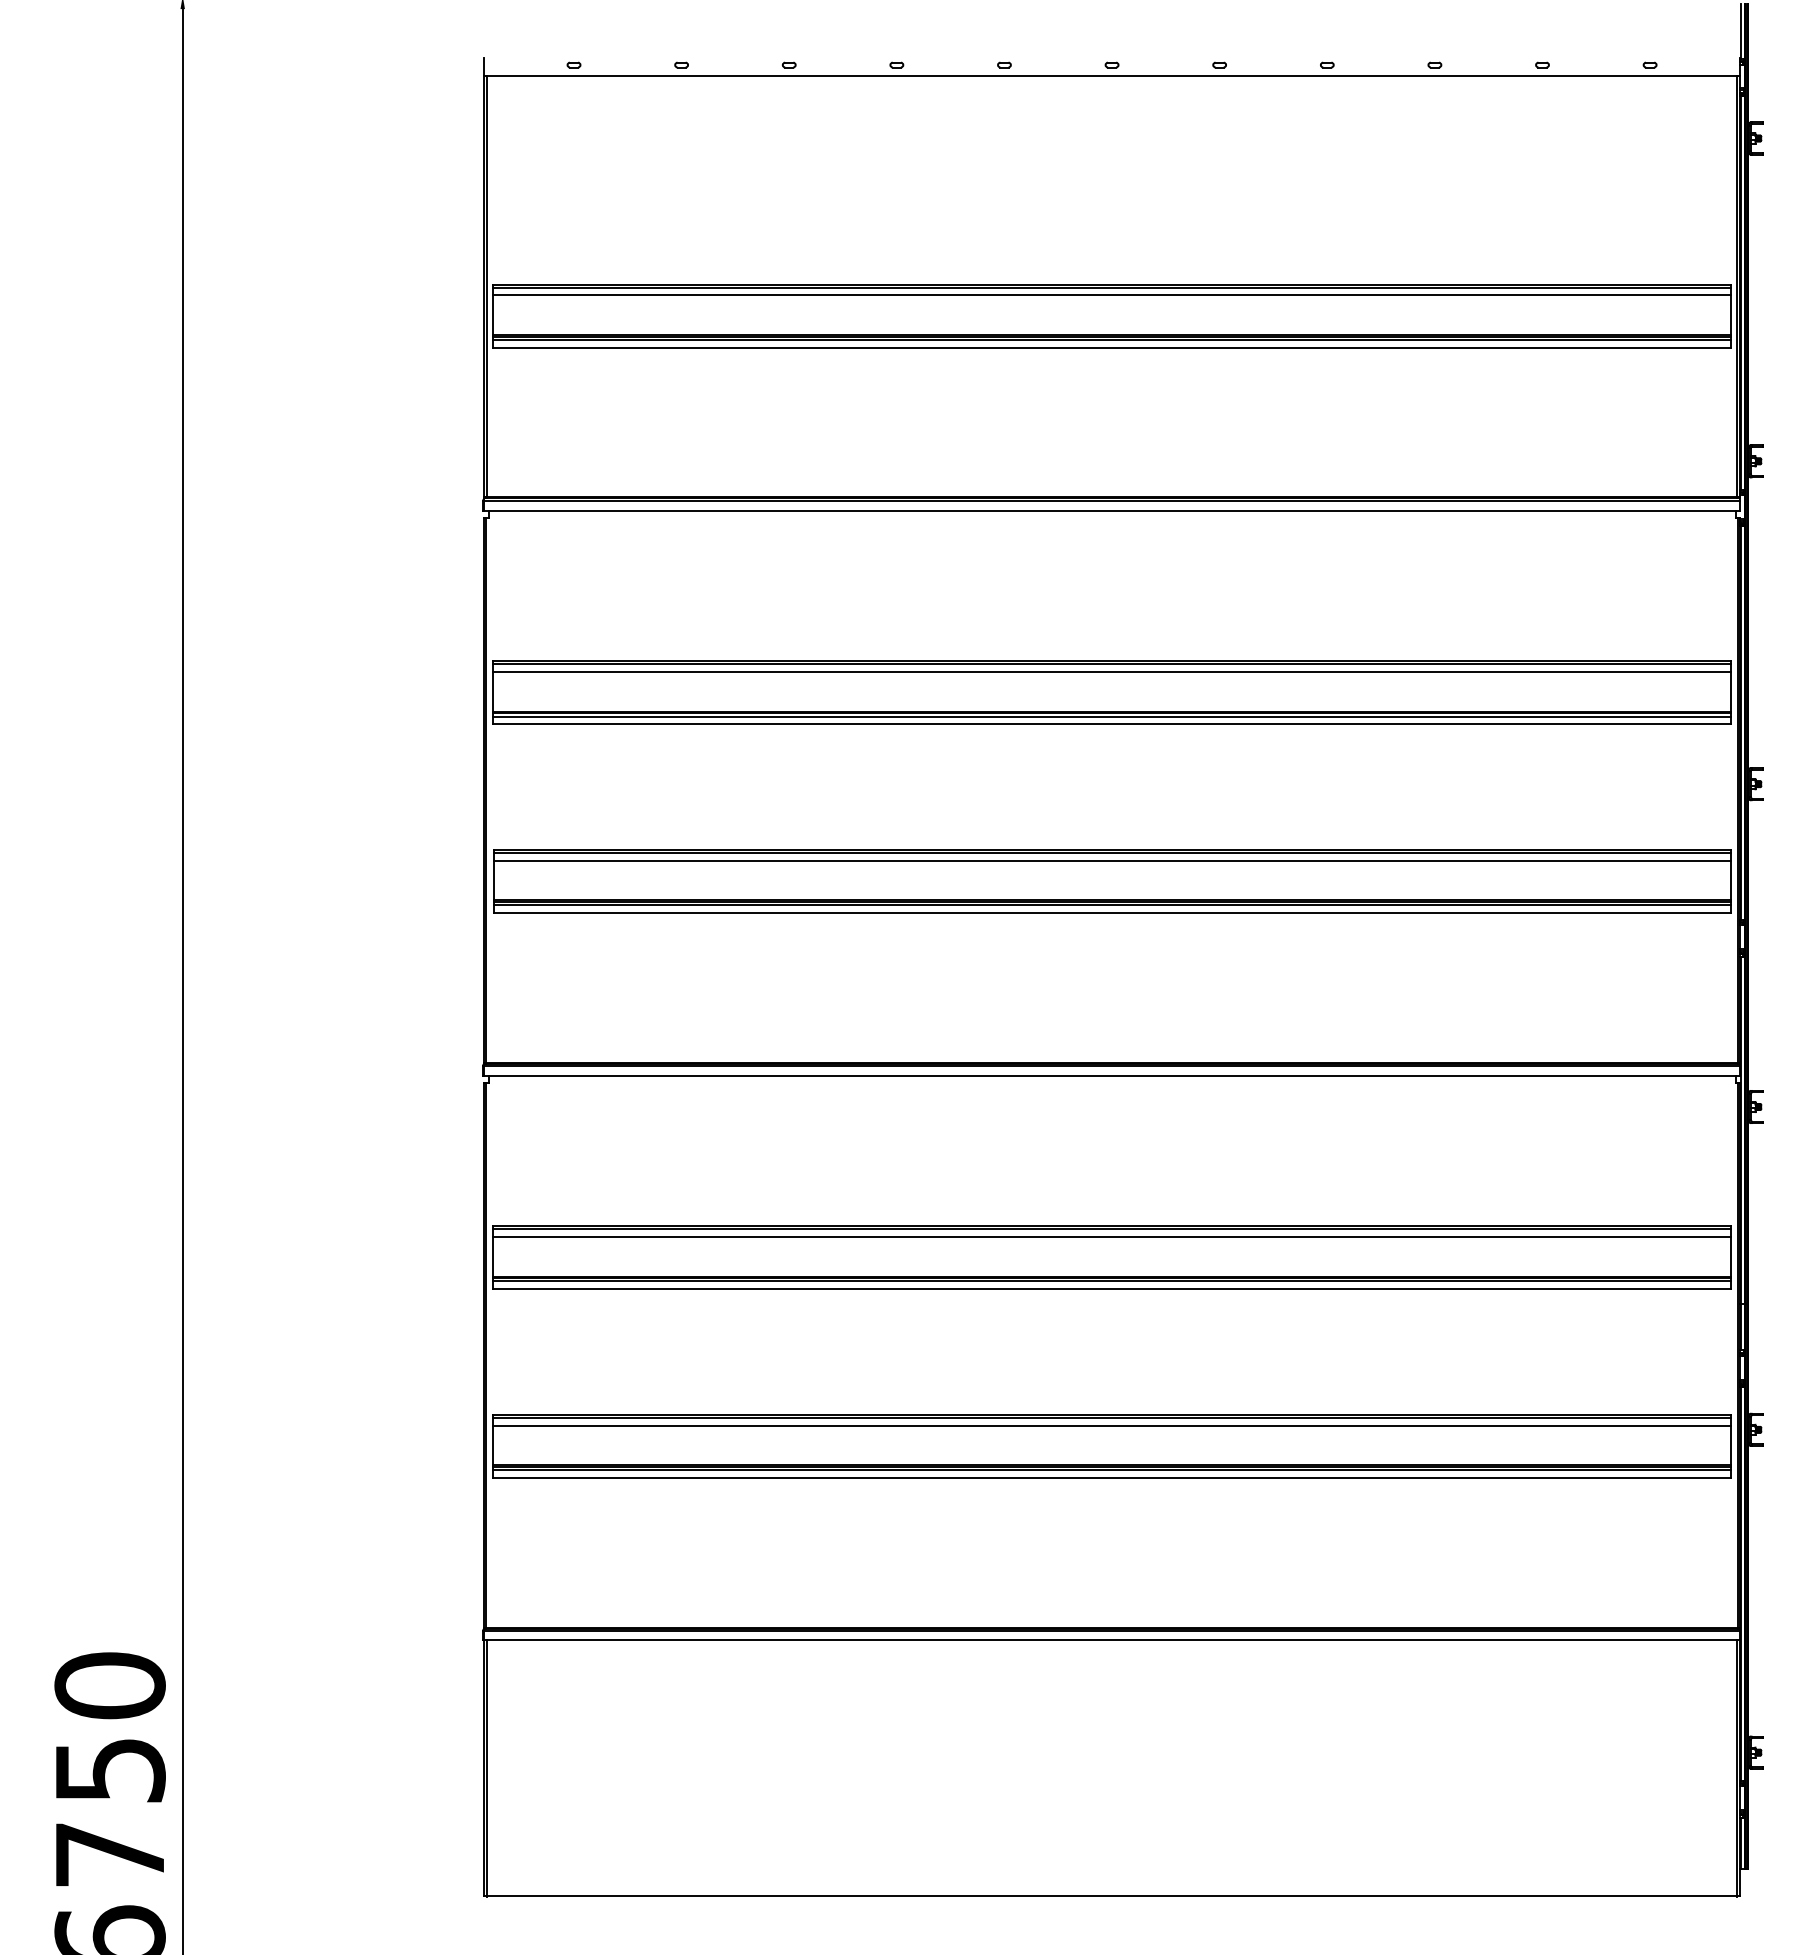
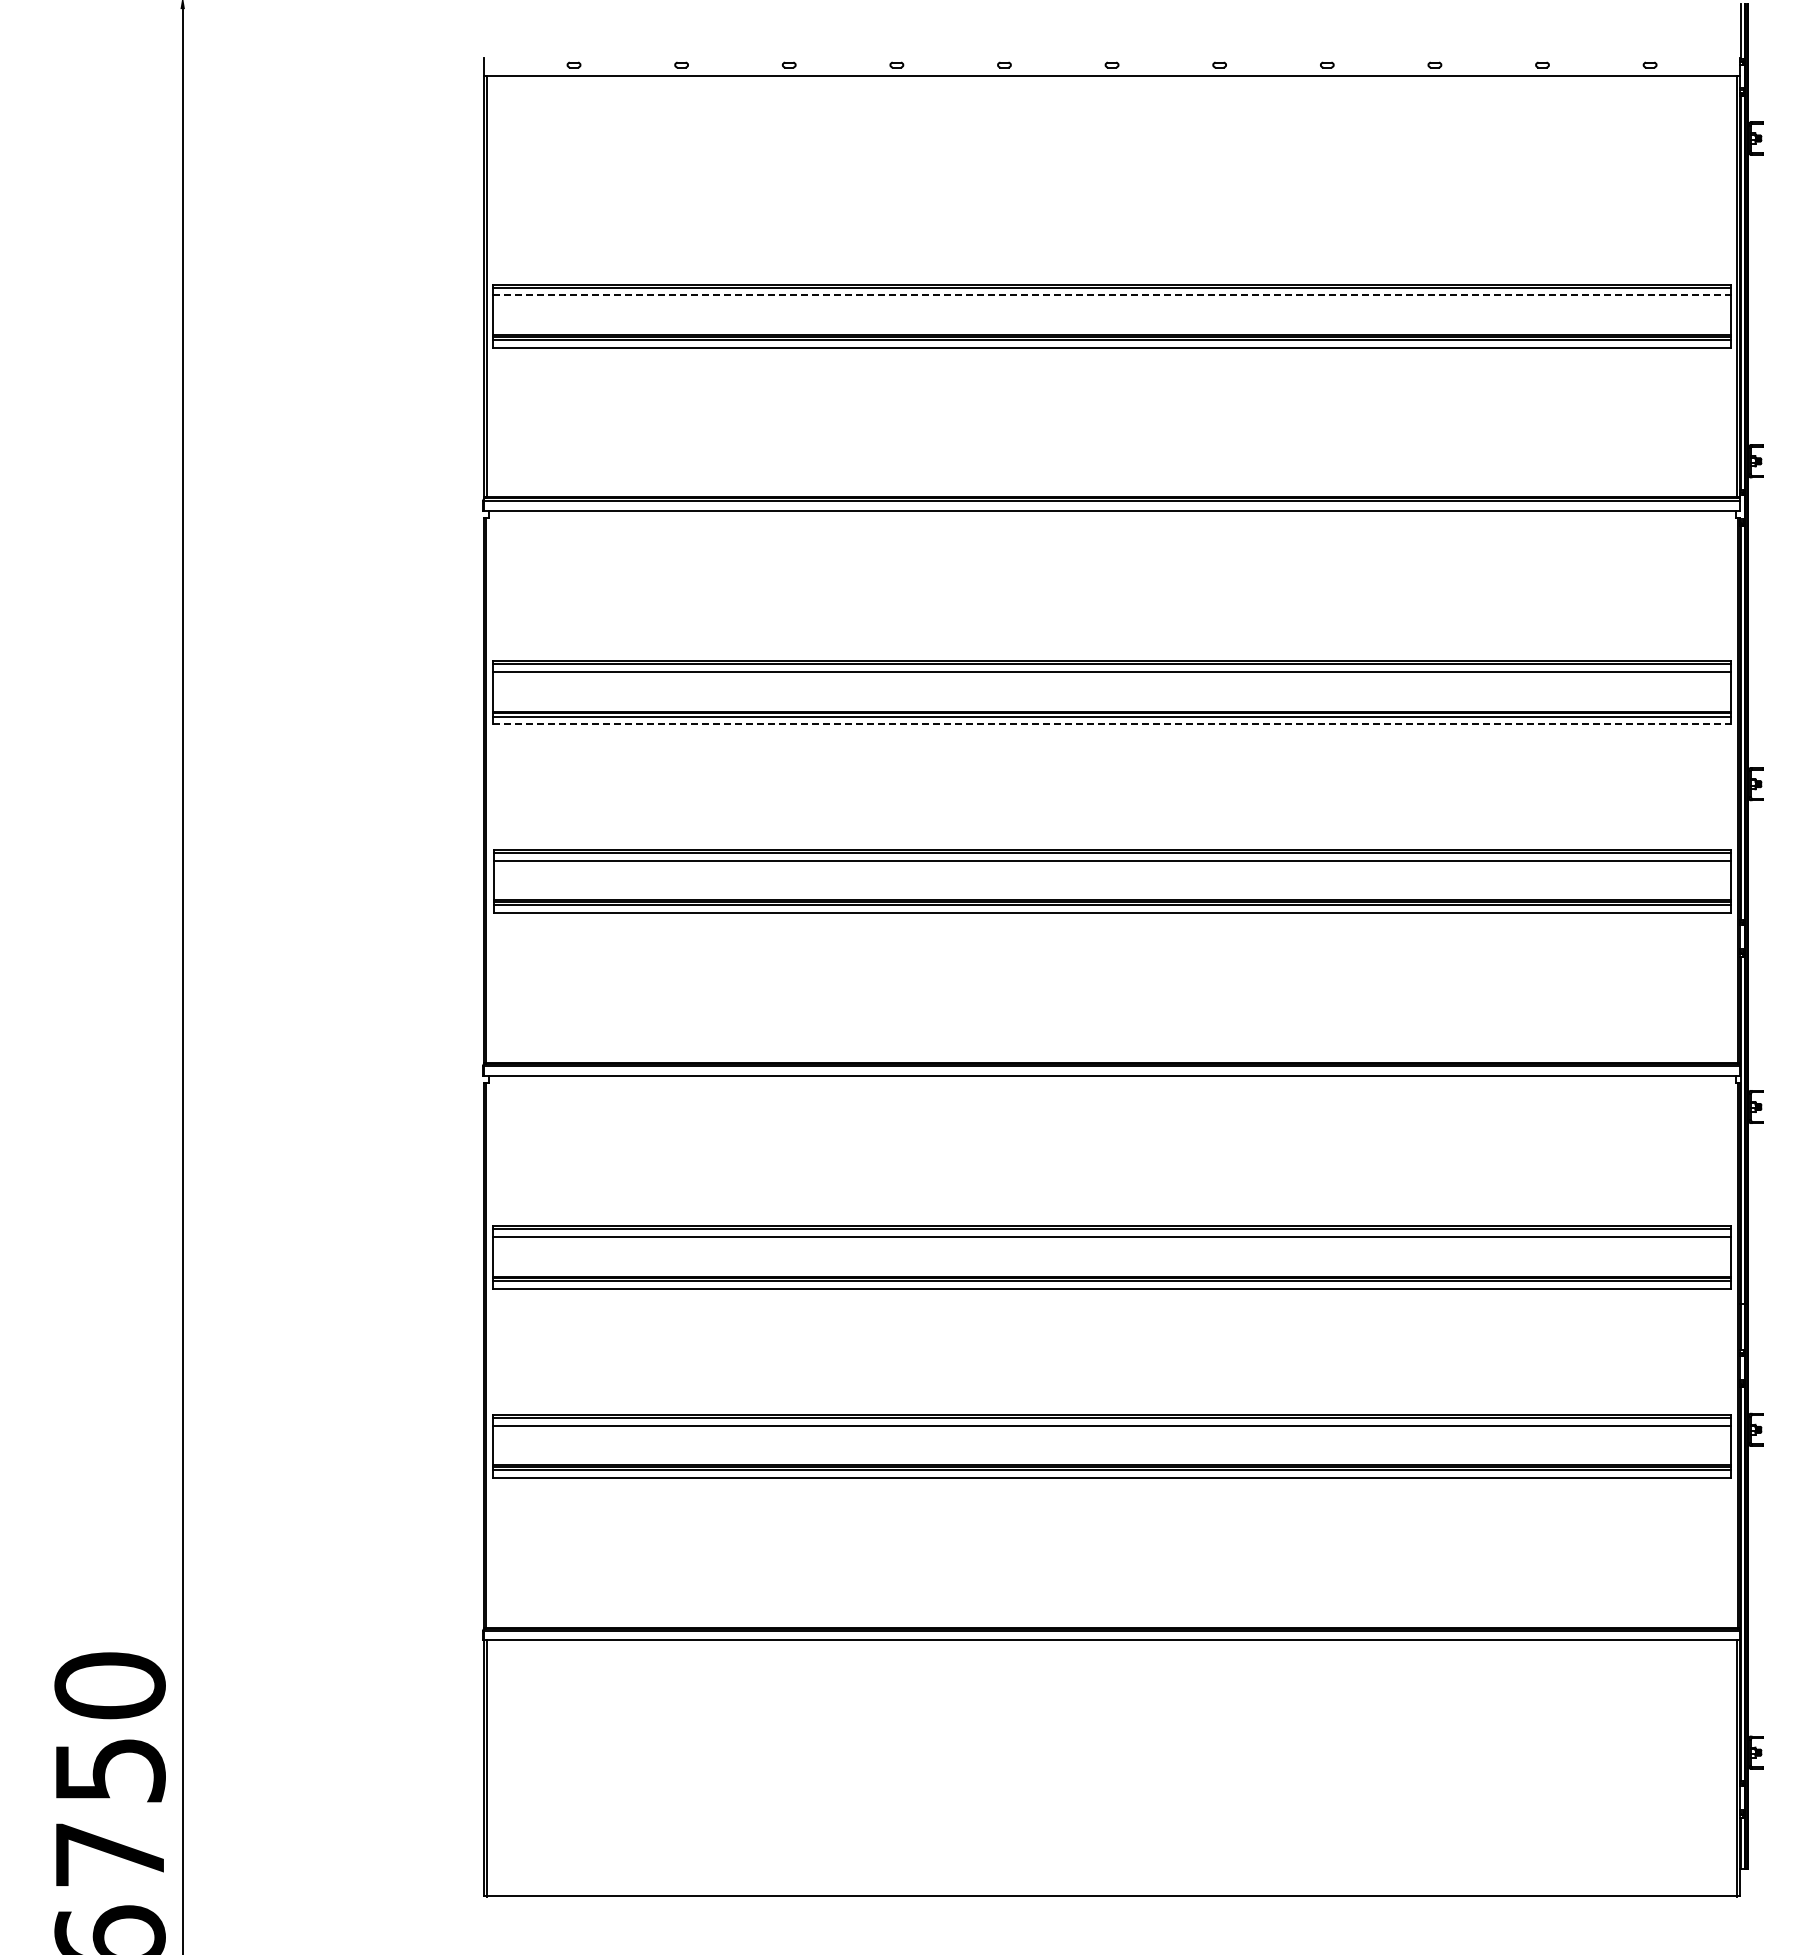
line at (1112, 295): solid -> dashed
line at (1111, 724): solid -> dashed
